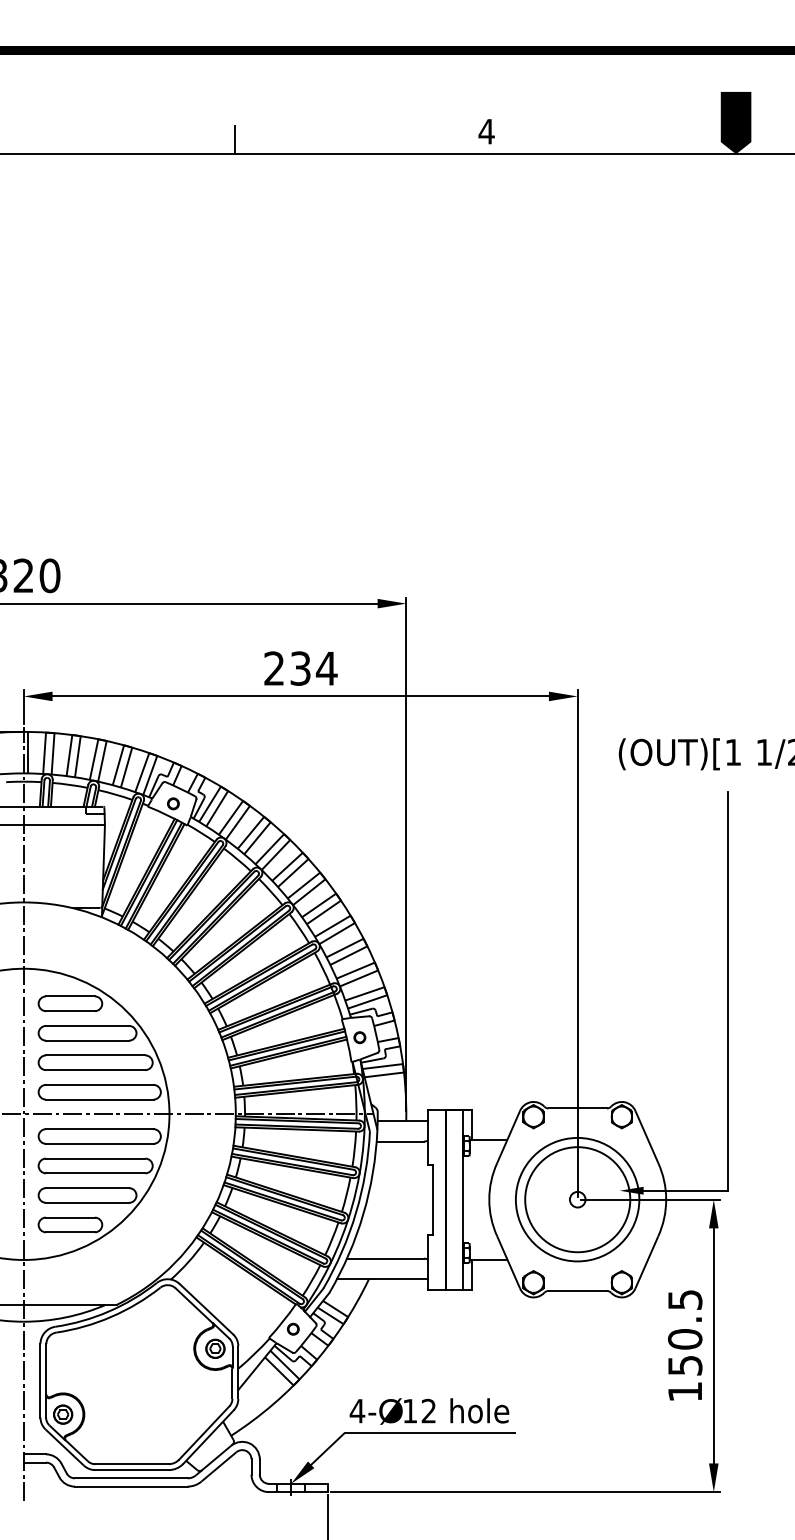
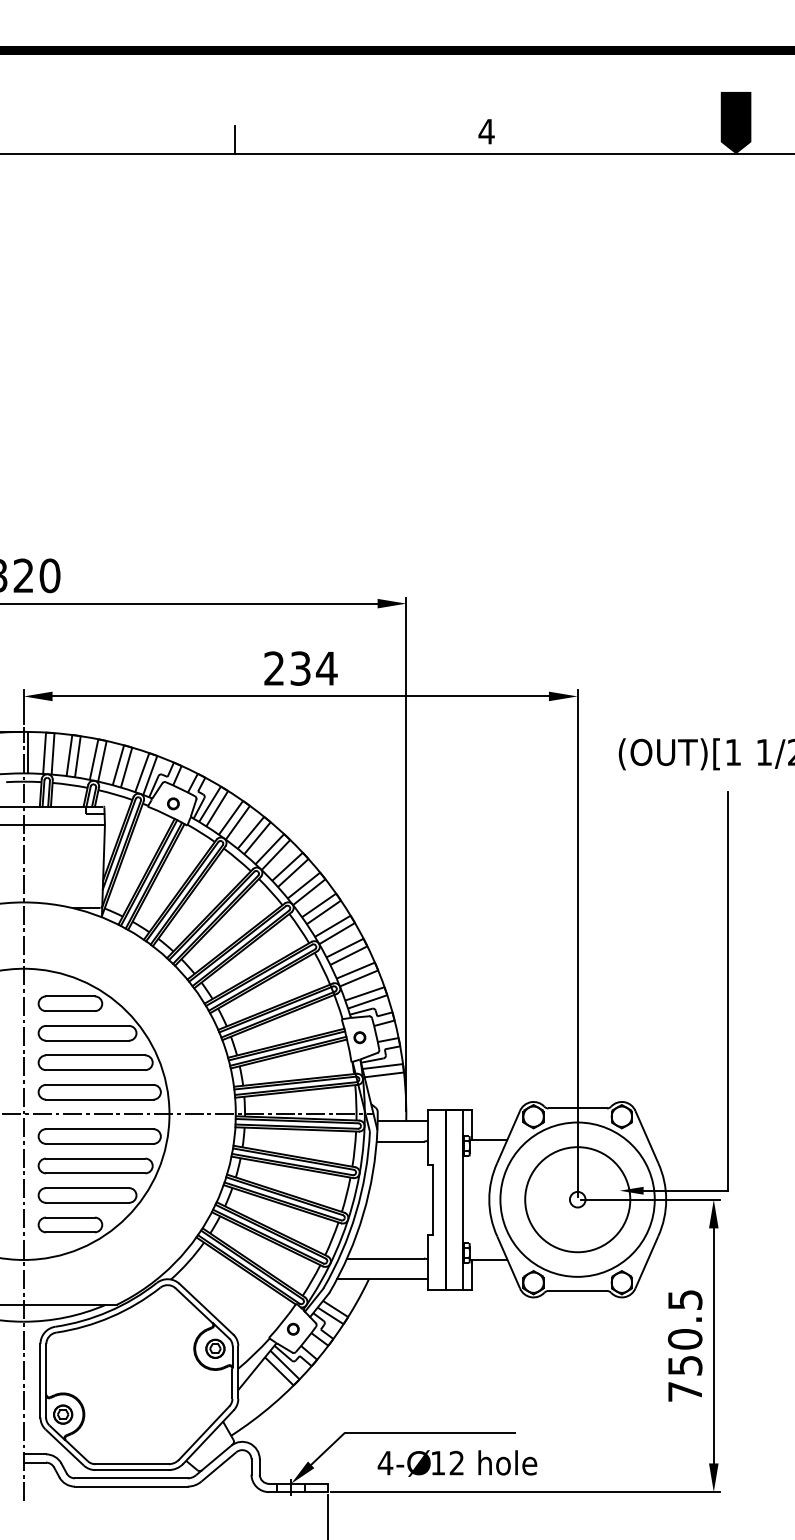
circle at (577, 1199) diameter: 123 px -> 154 px
text at (684, 1391): 150.5 -> 750.5
text at (429, 1411) position: (429, 1411) -> (457, 1463)
